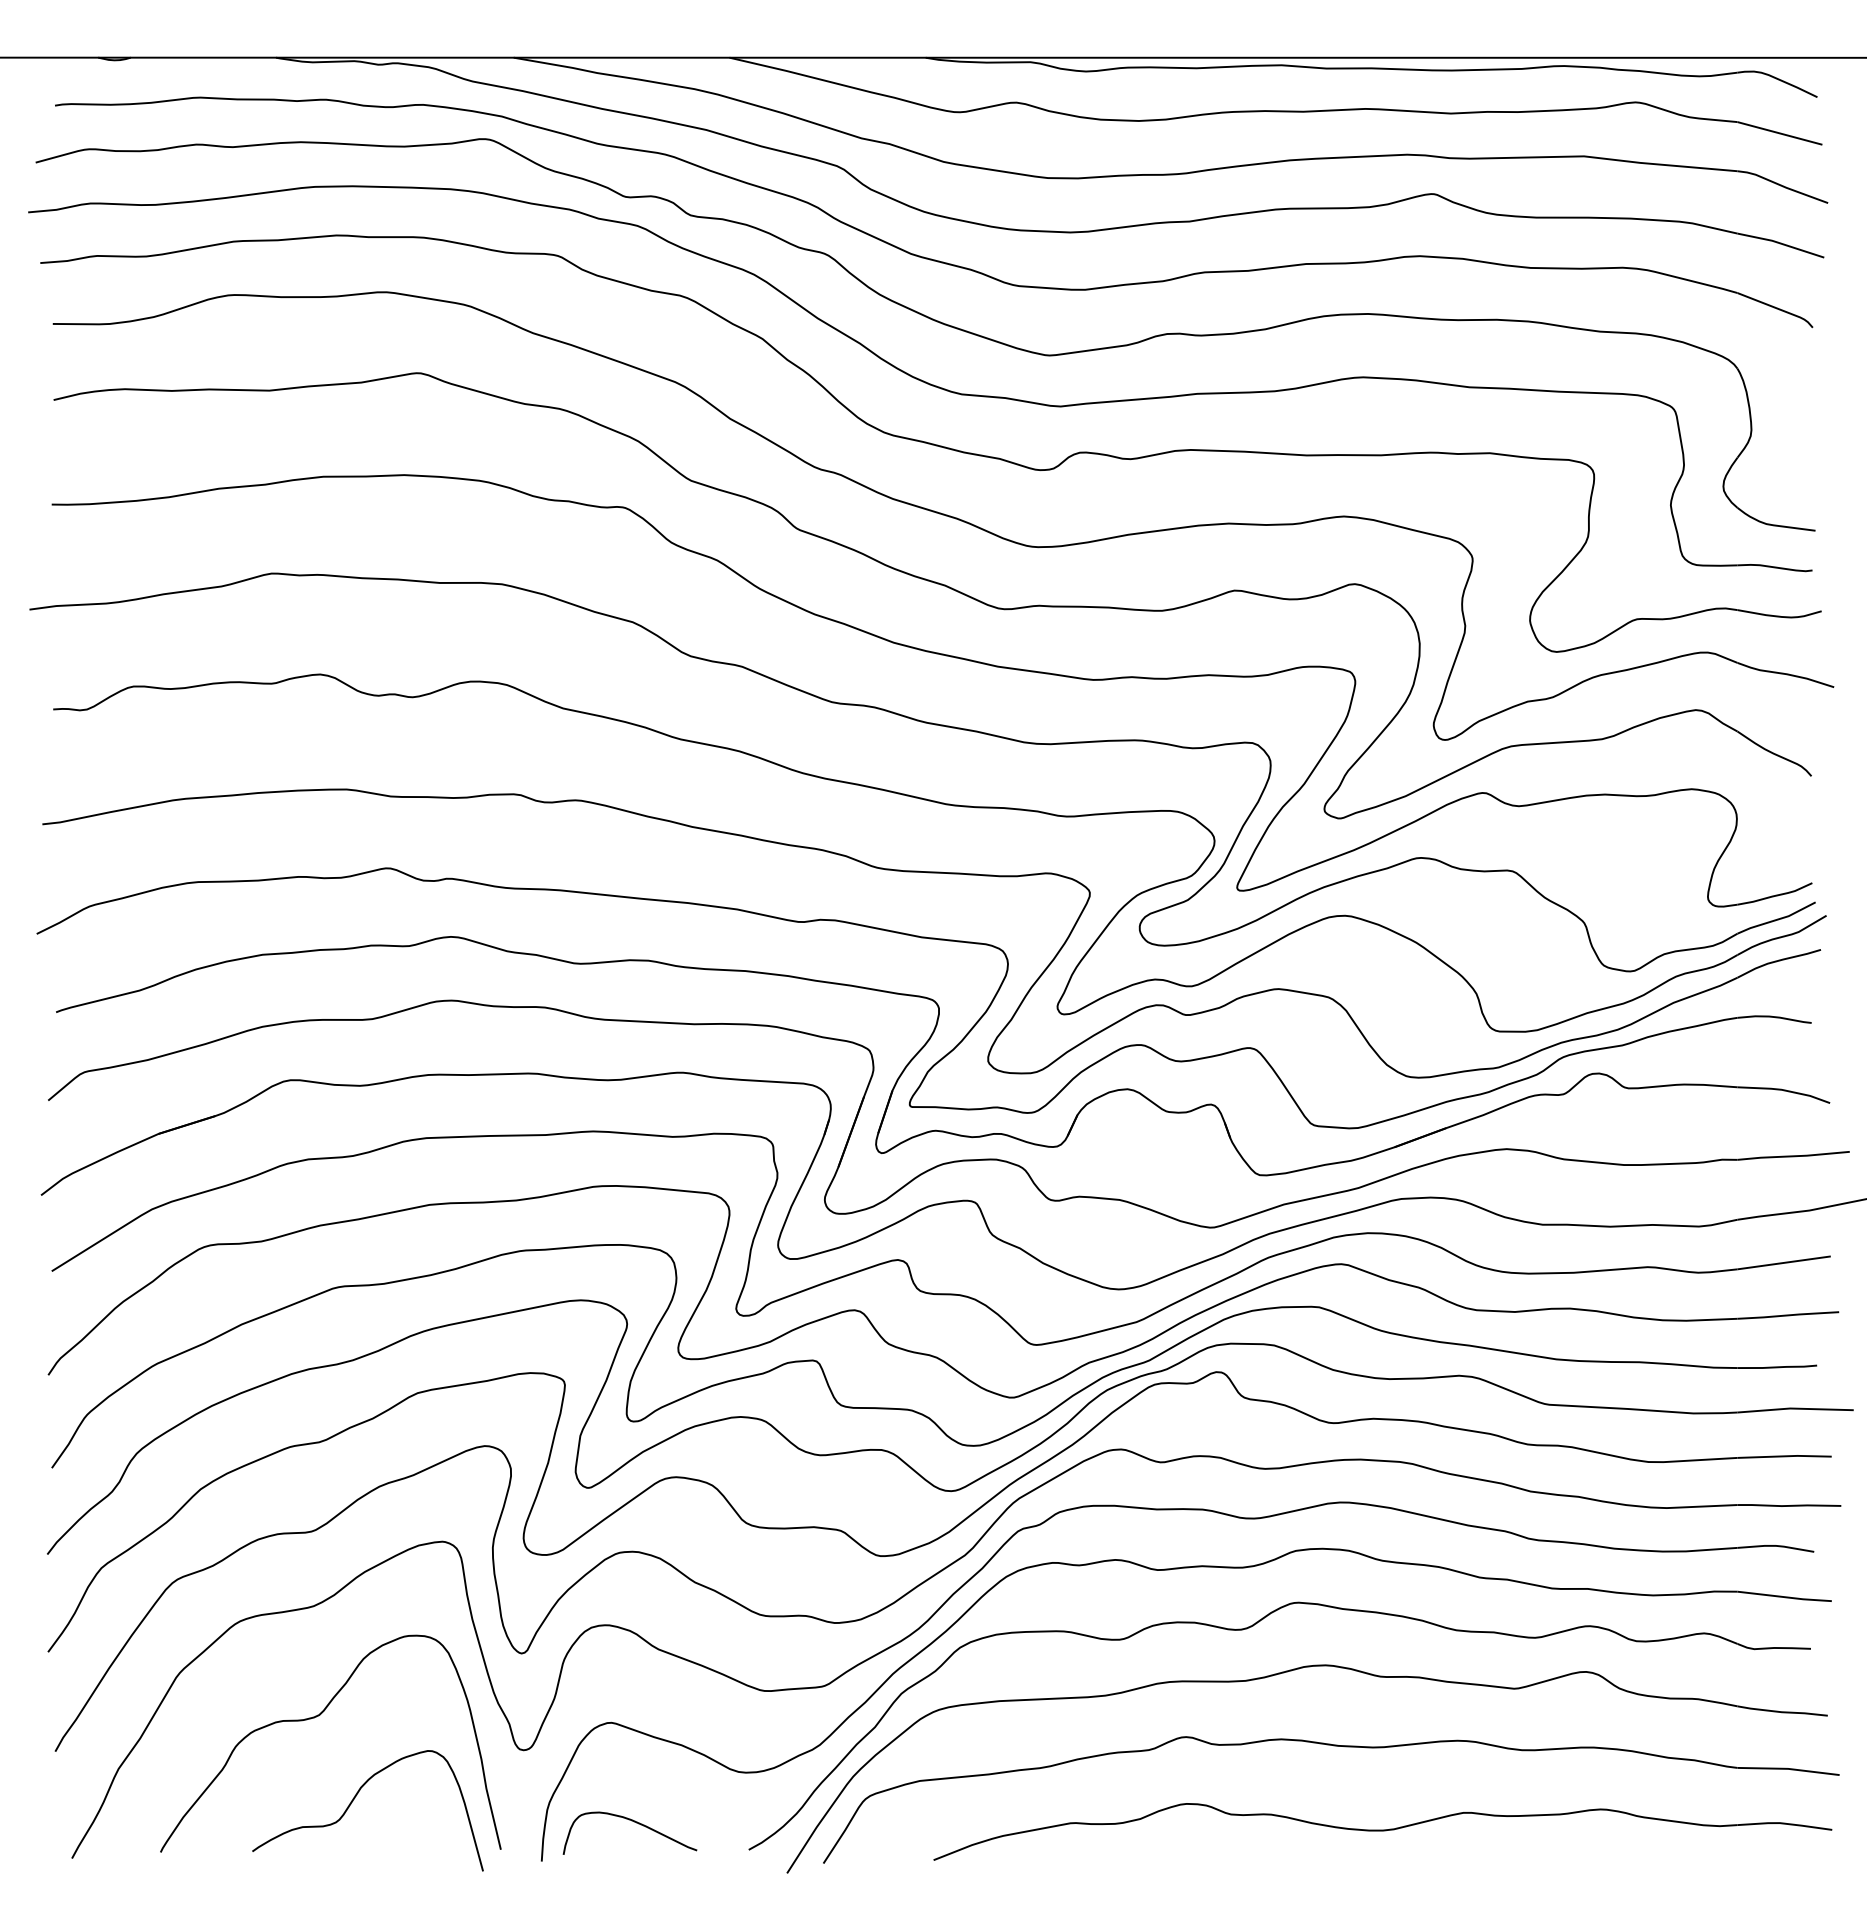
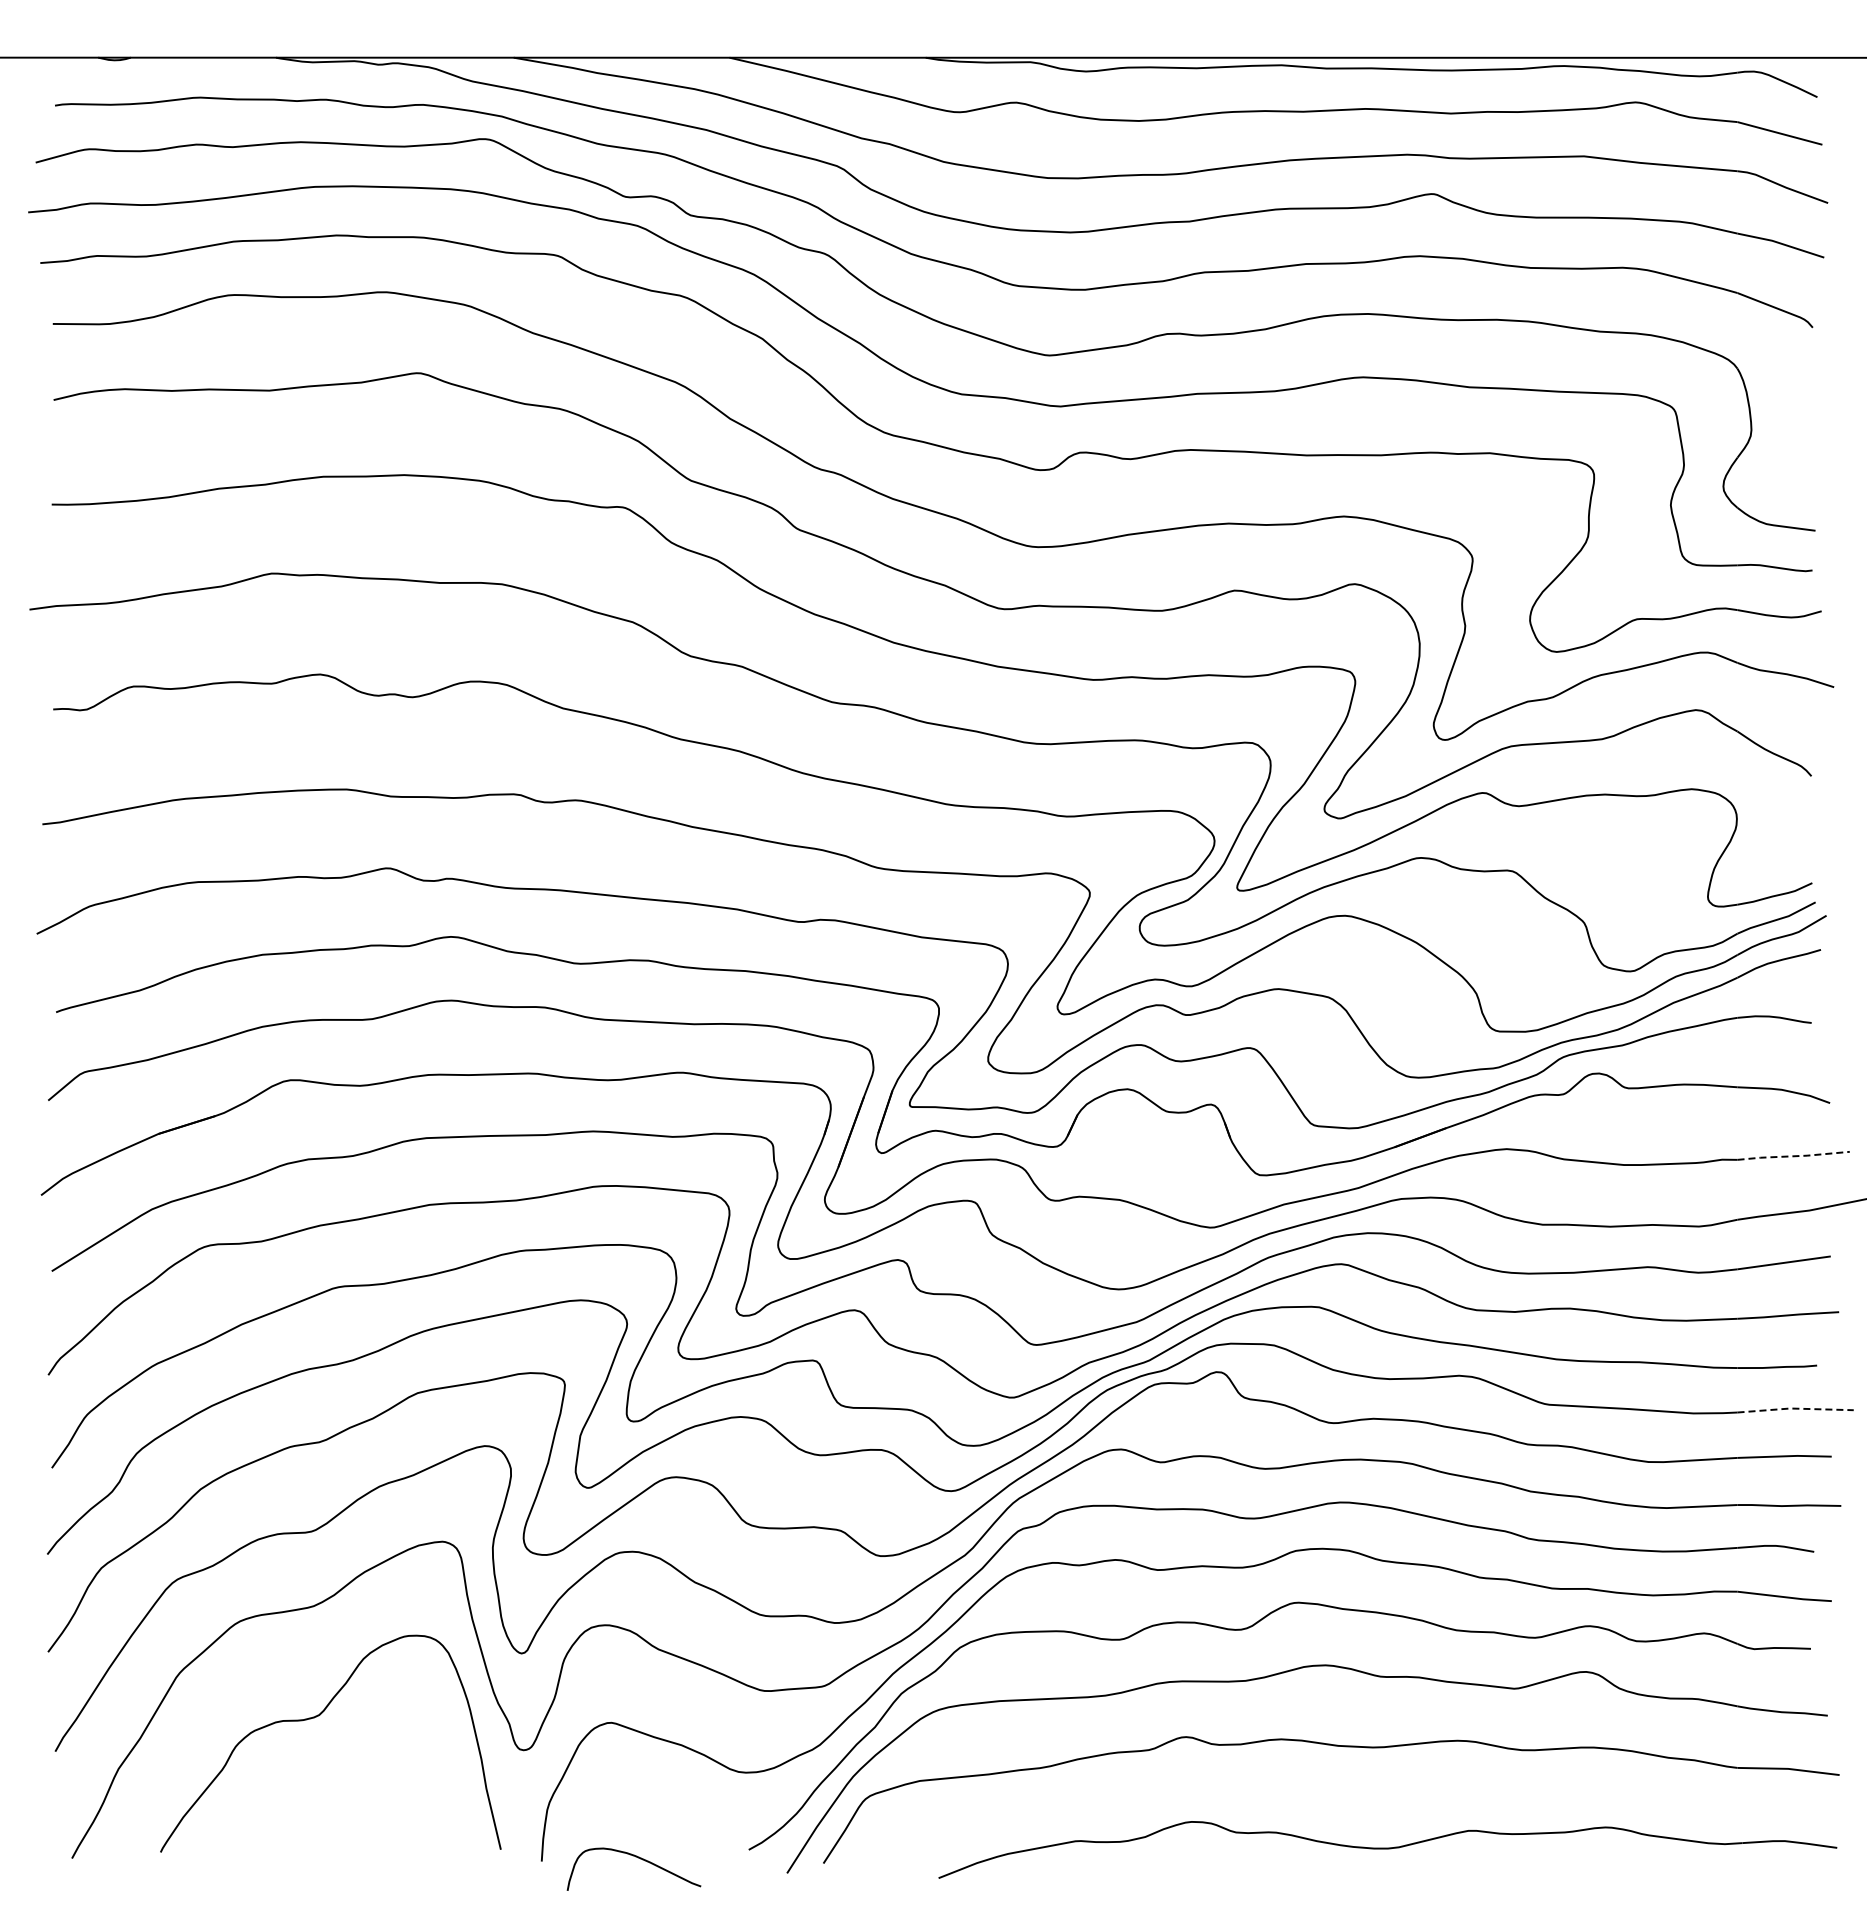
line at (1793, 1156): solid -> dashed
line at (1795, 1408): solid -> dashed
curve at (353, 1801): present -> none
curve at (631, 1821) position: (631, 1821) -> (635, 1857)
part at (1382, 1831) position: (1382, 1831) -> (1387, 1849)
